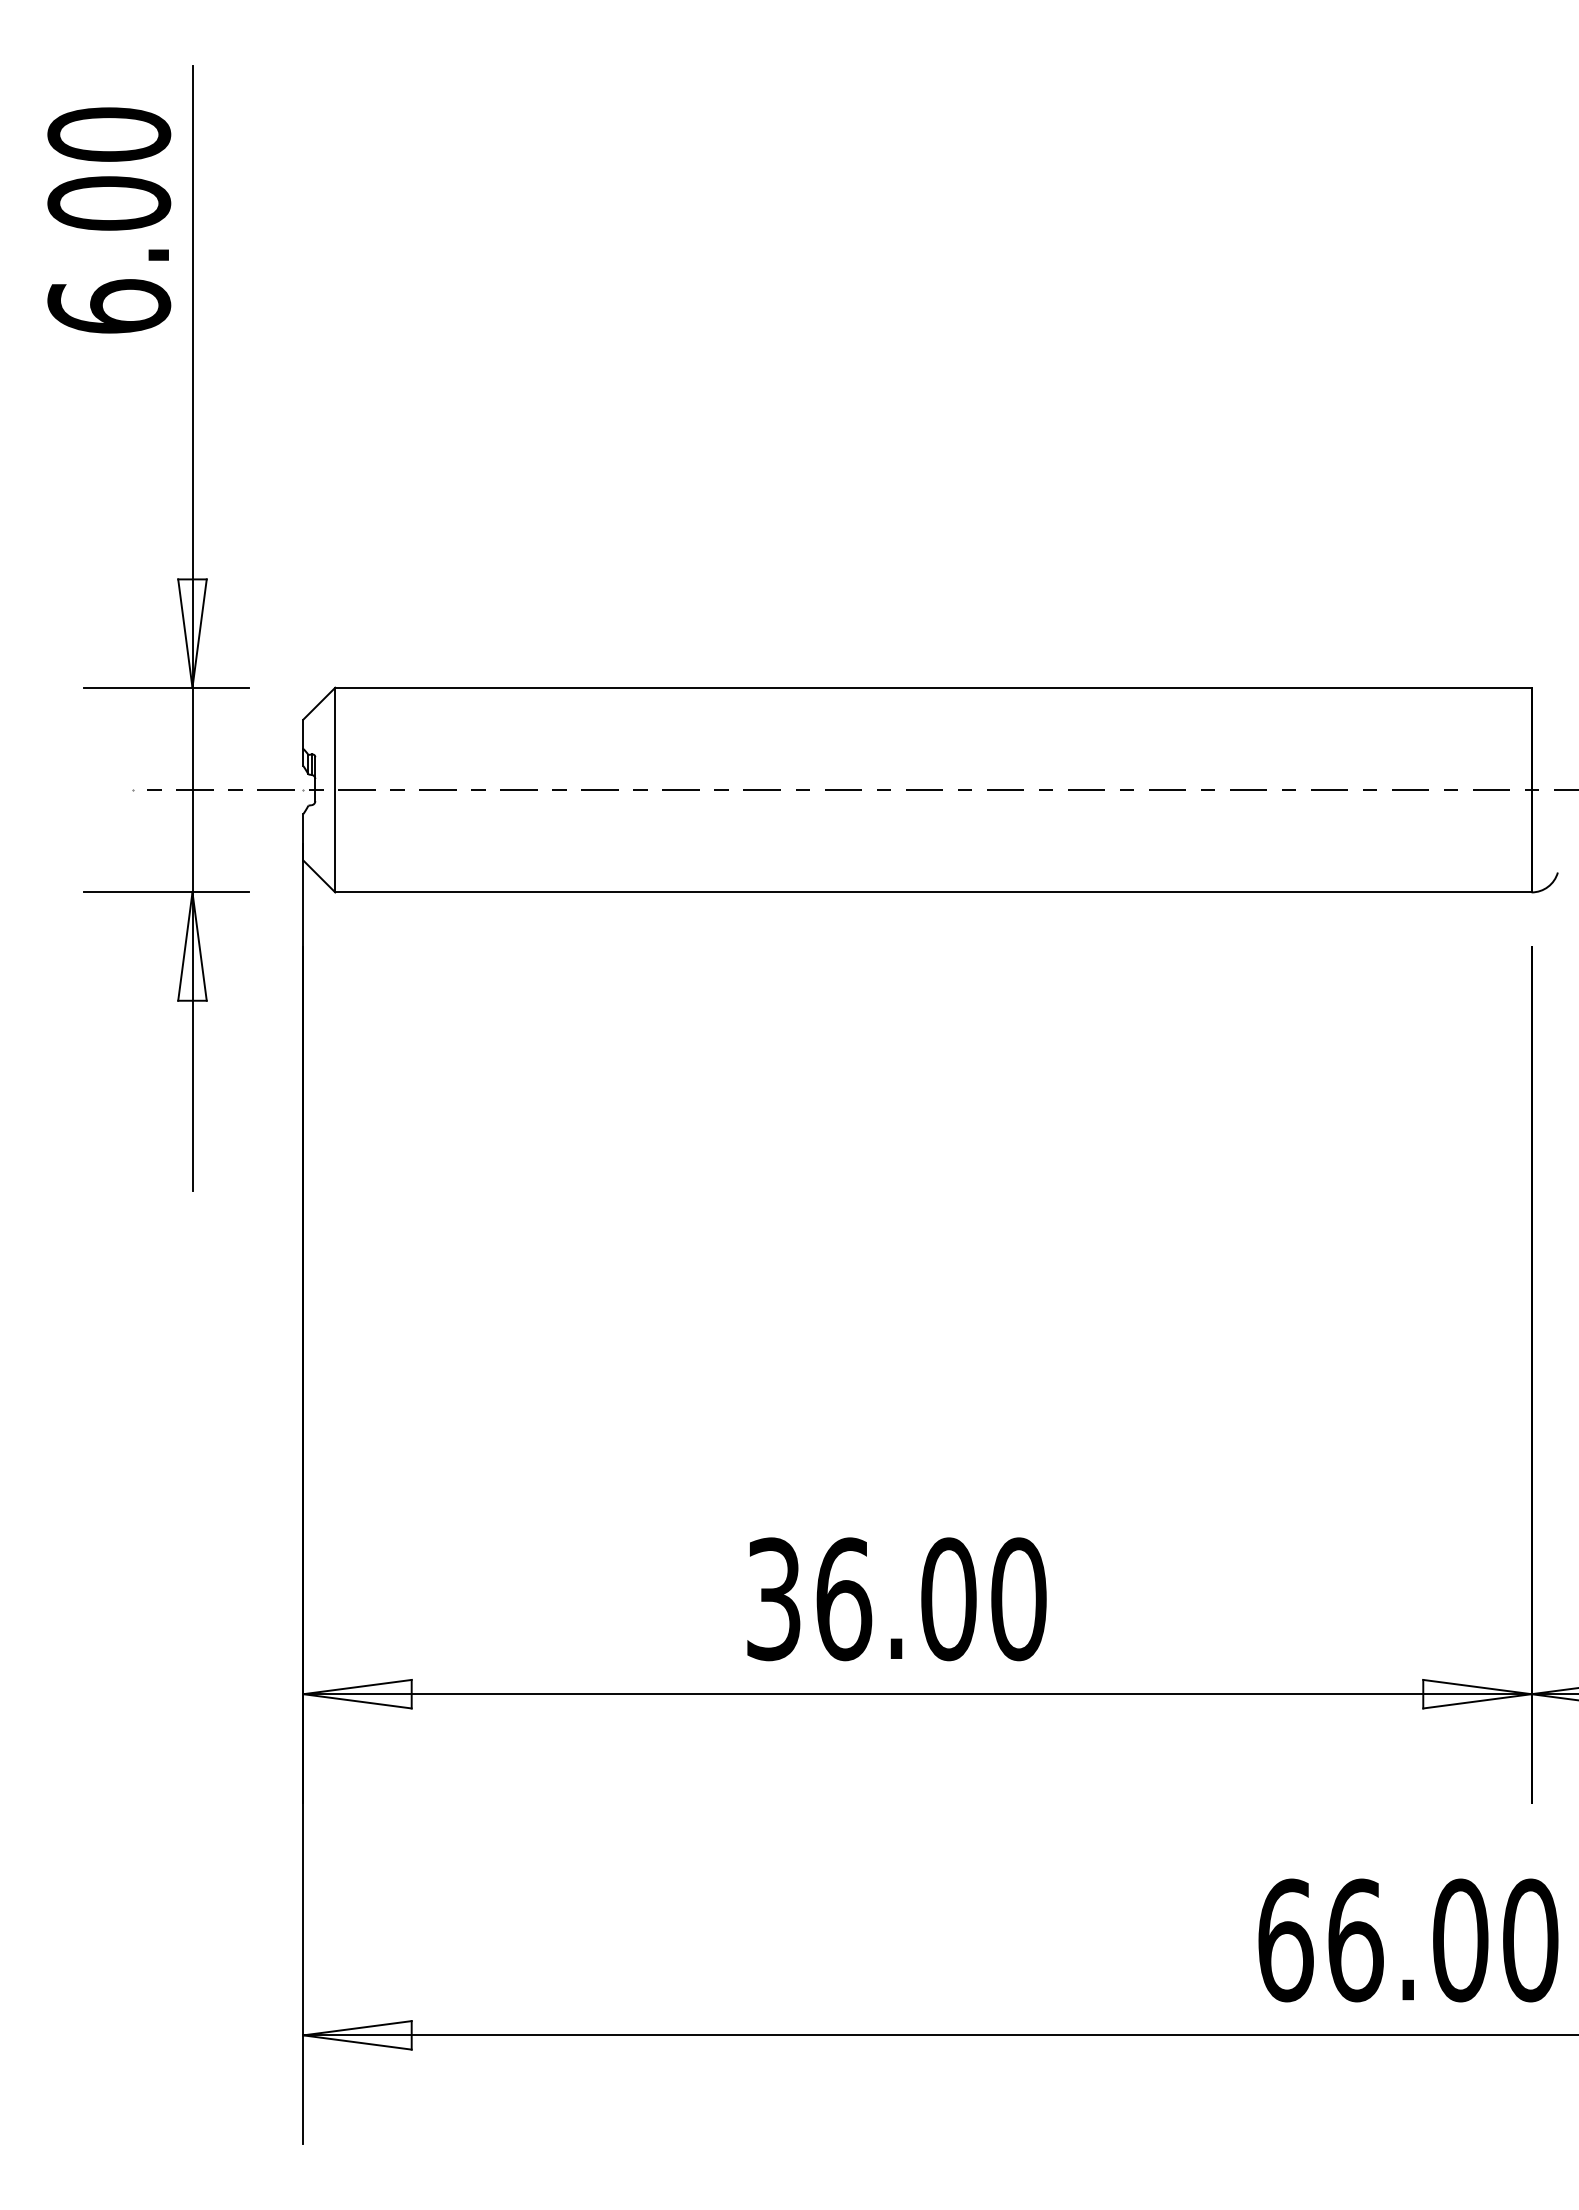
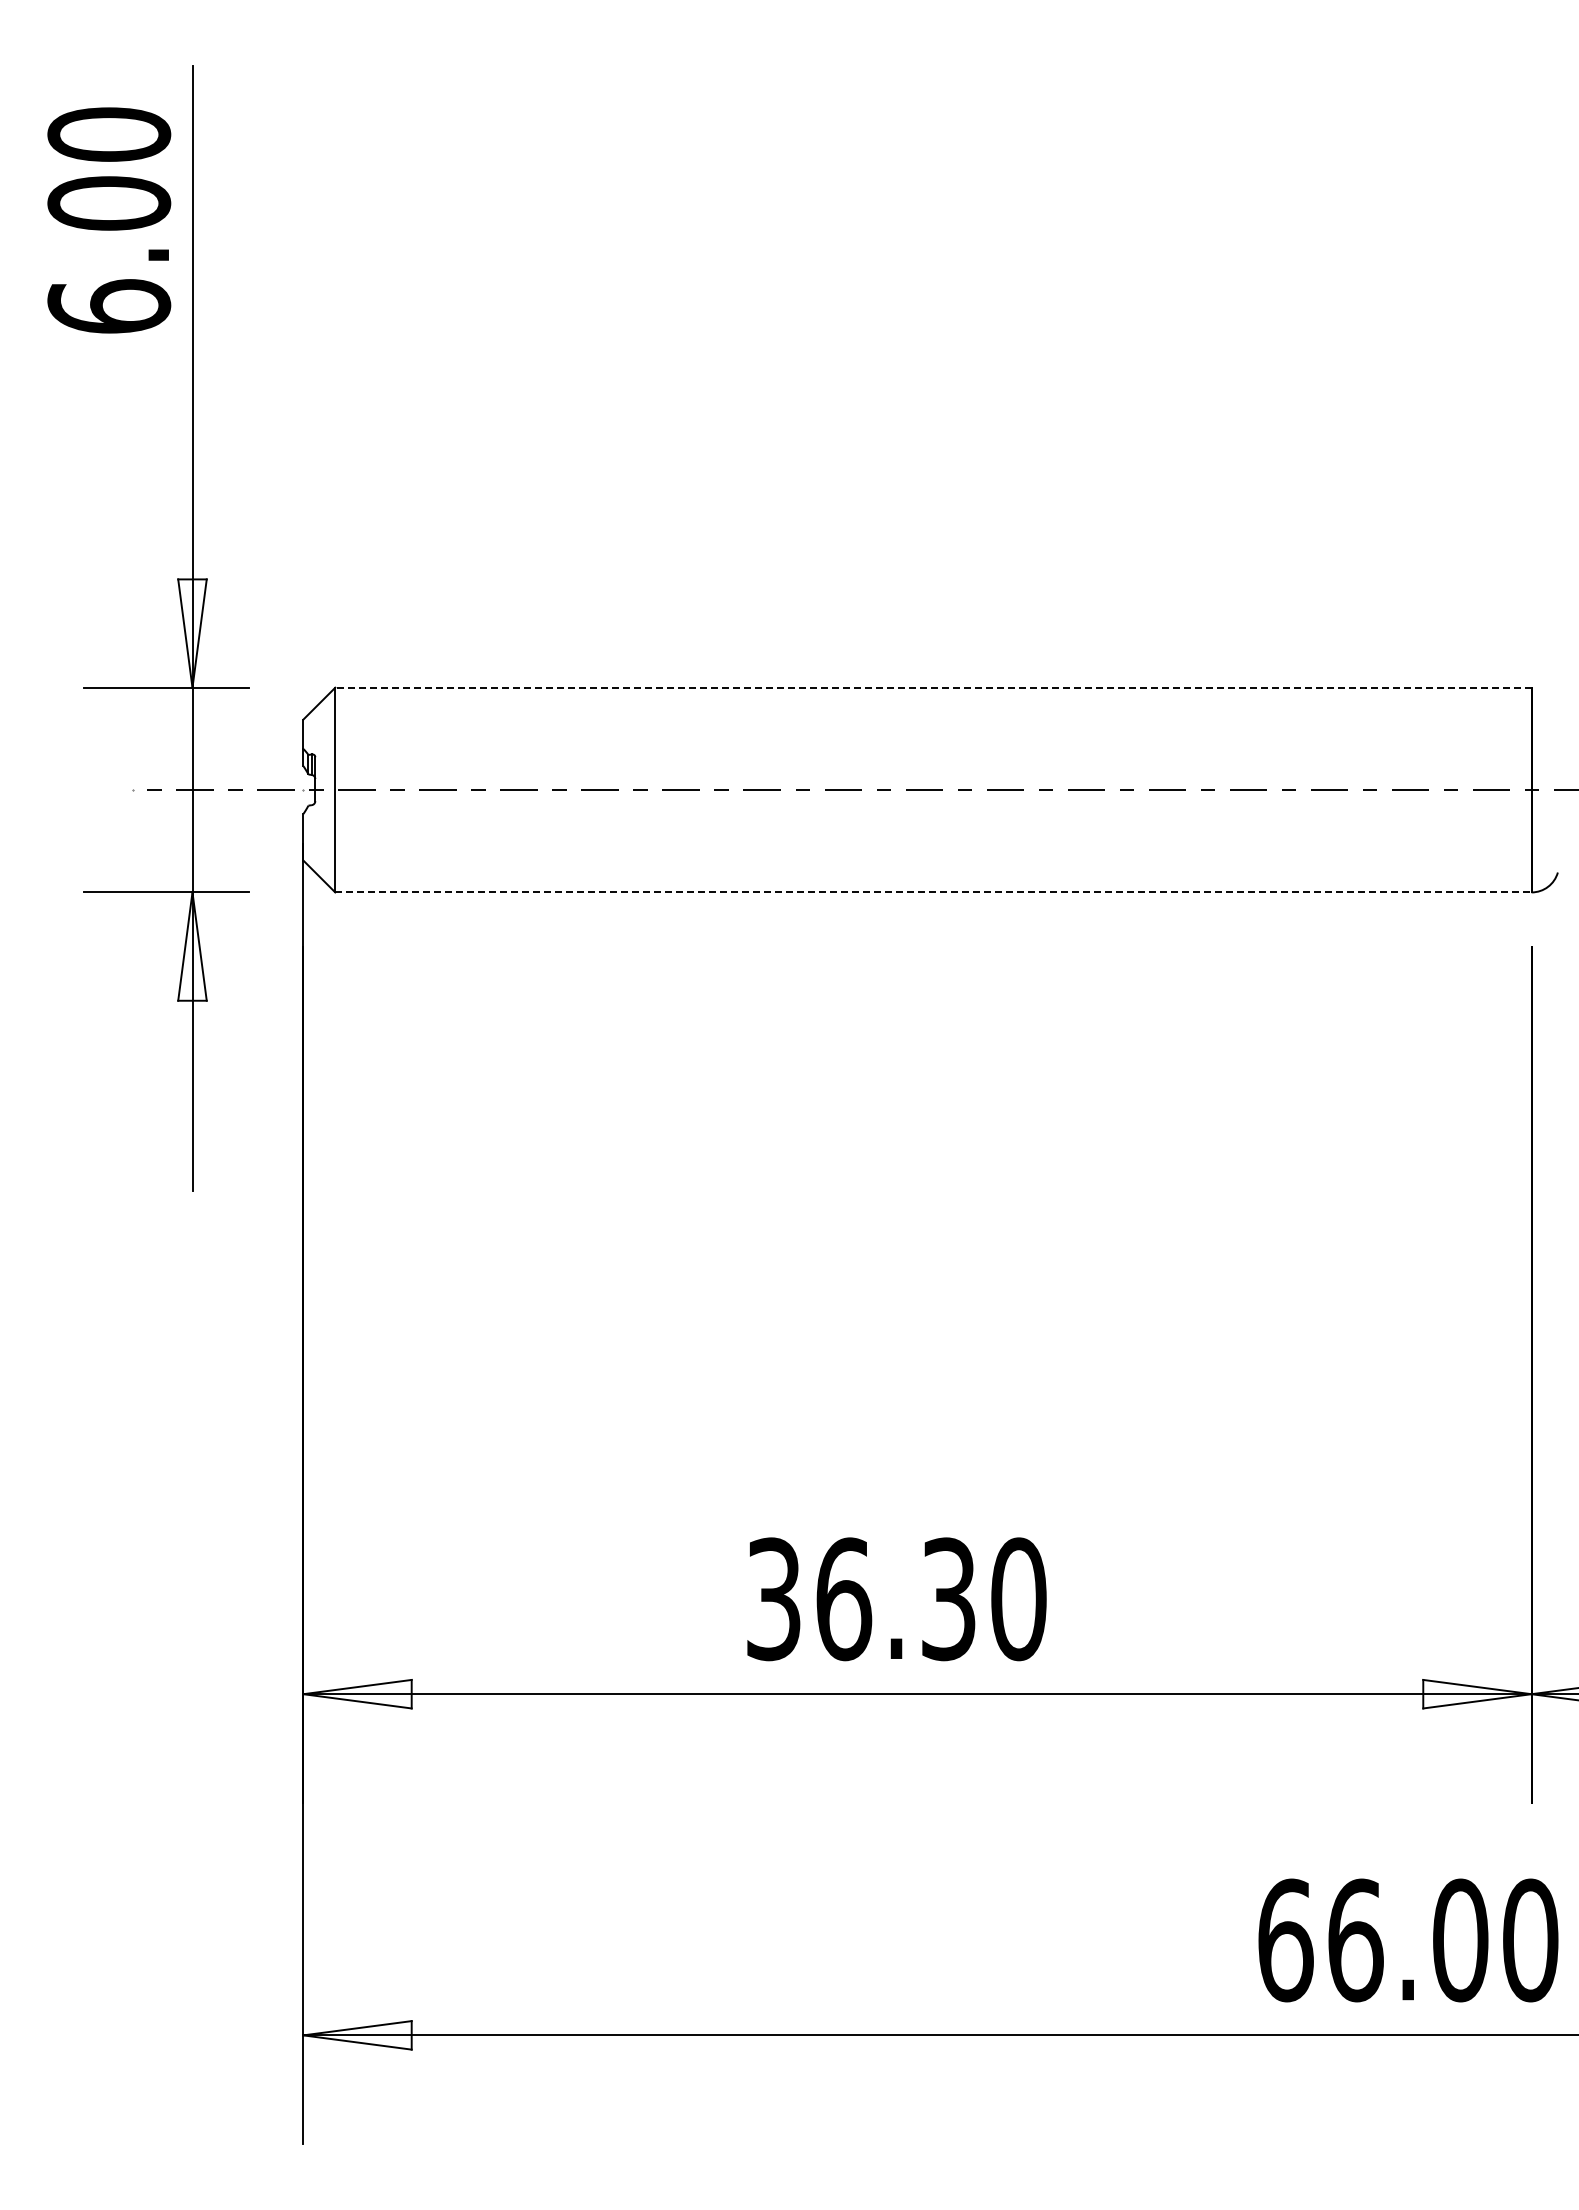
line at (932, 687): solid -> dashed
line at (933, 892): solid -> dashed
text at (948, 1599): 36.00 -> 36.30
